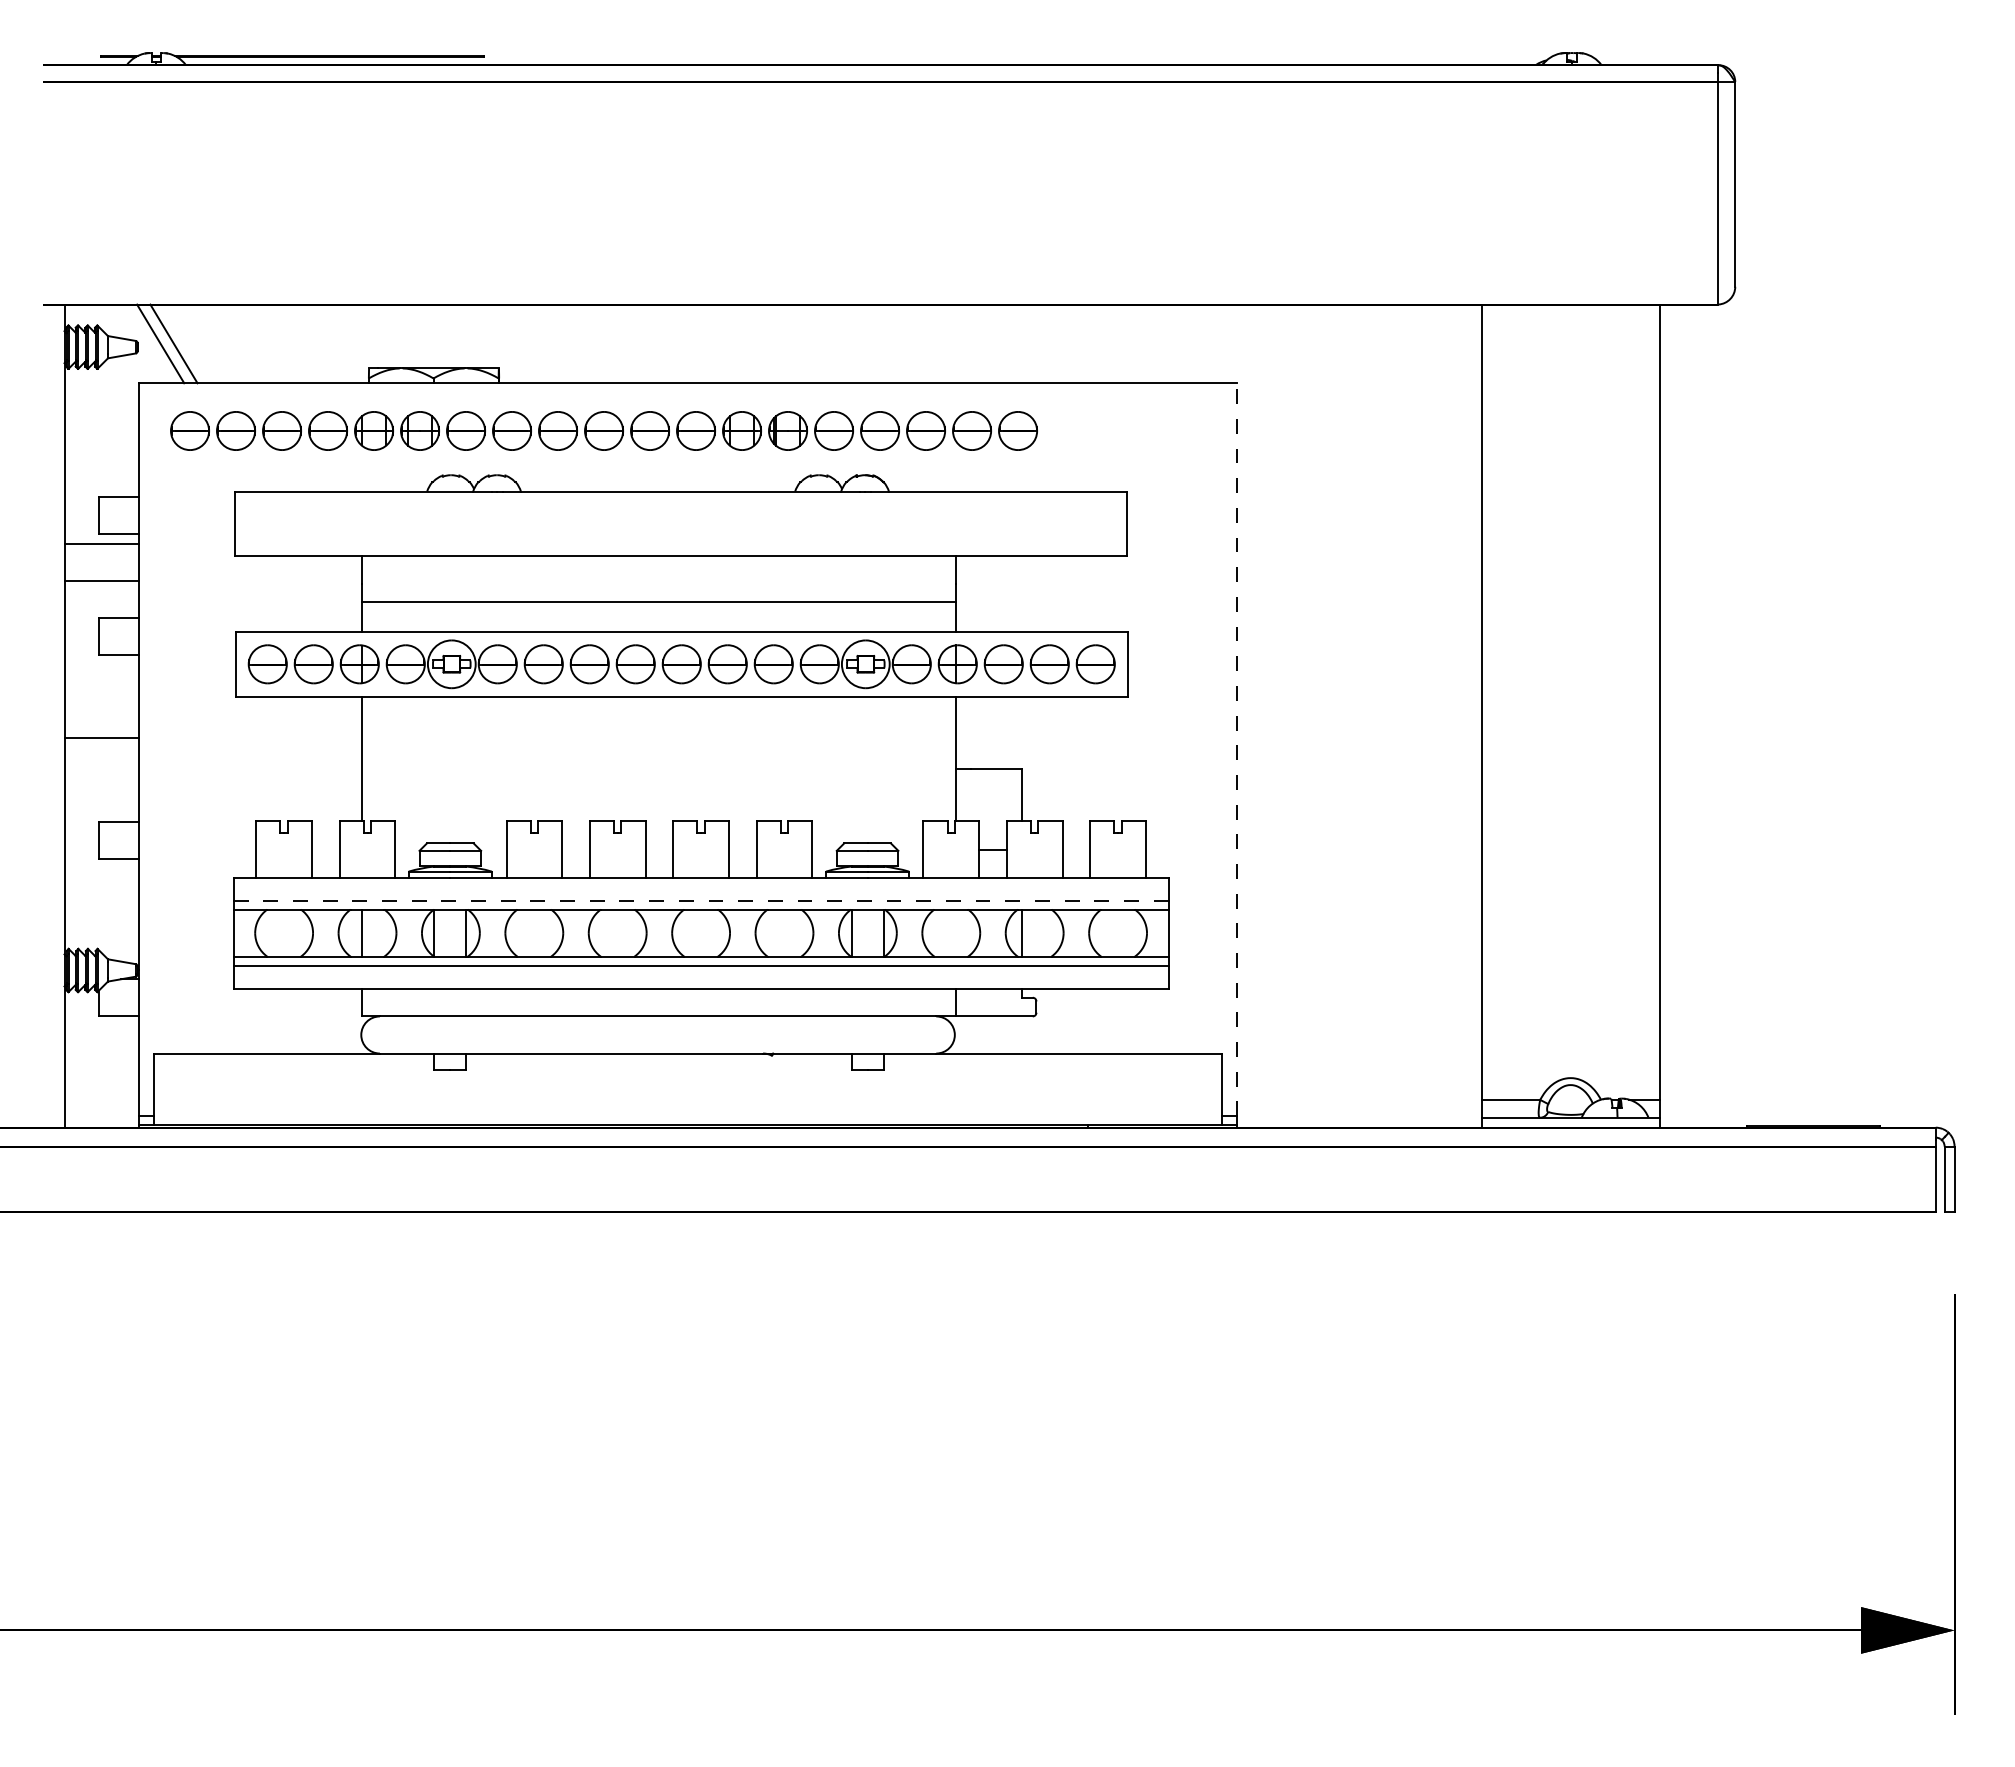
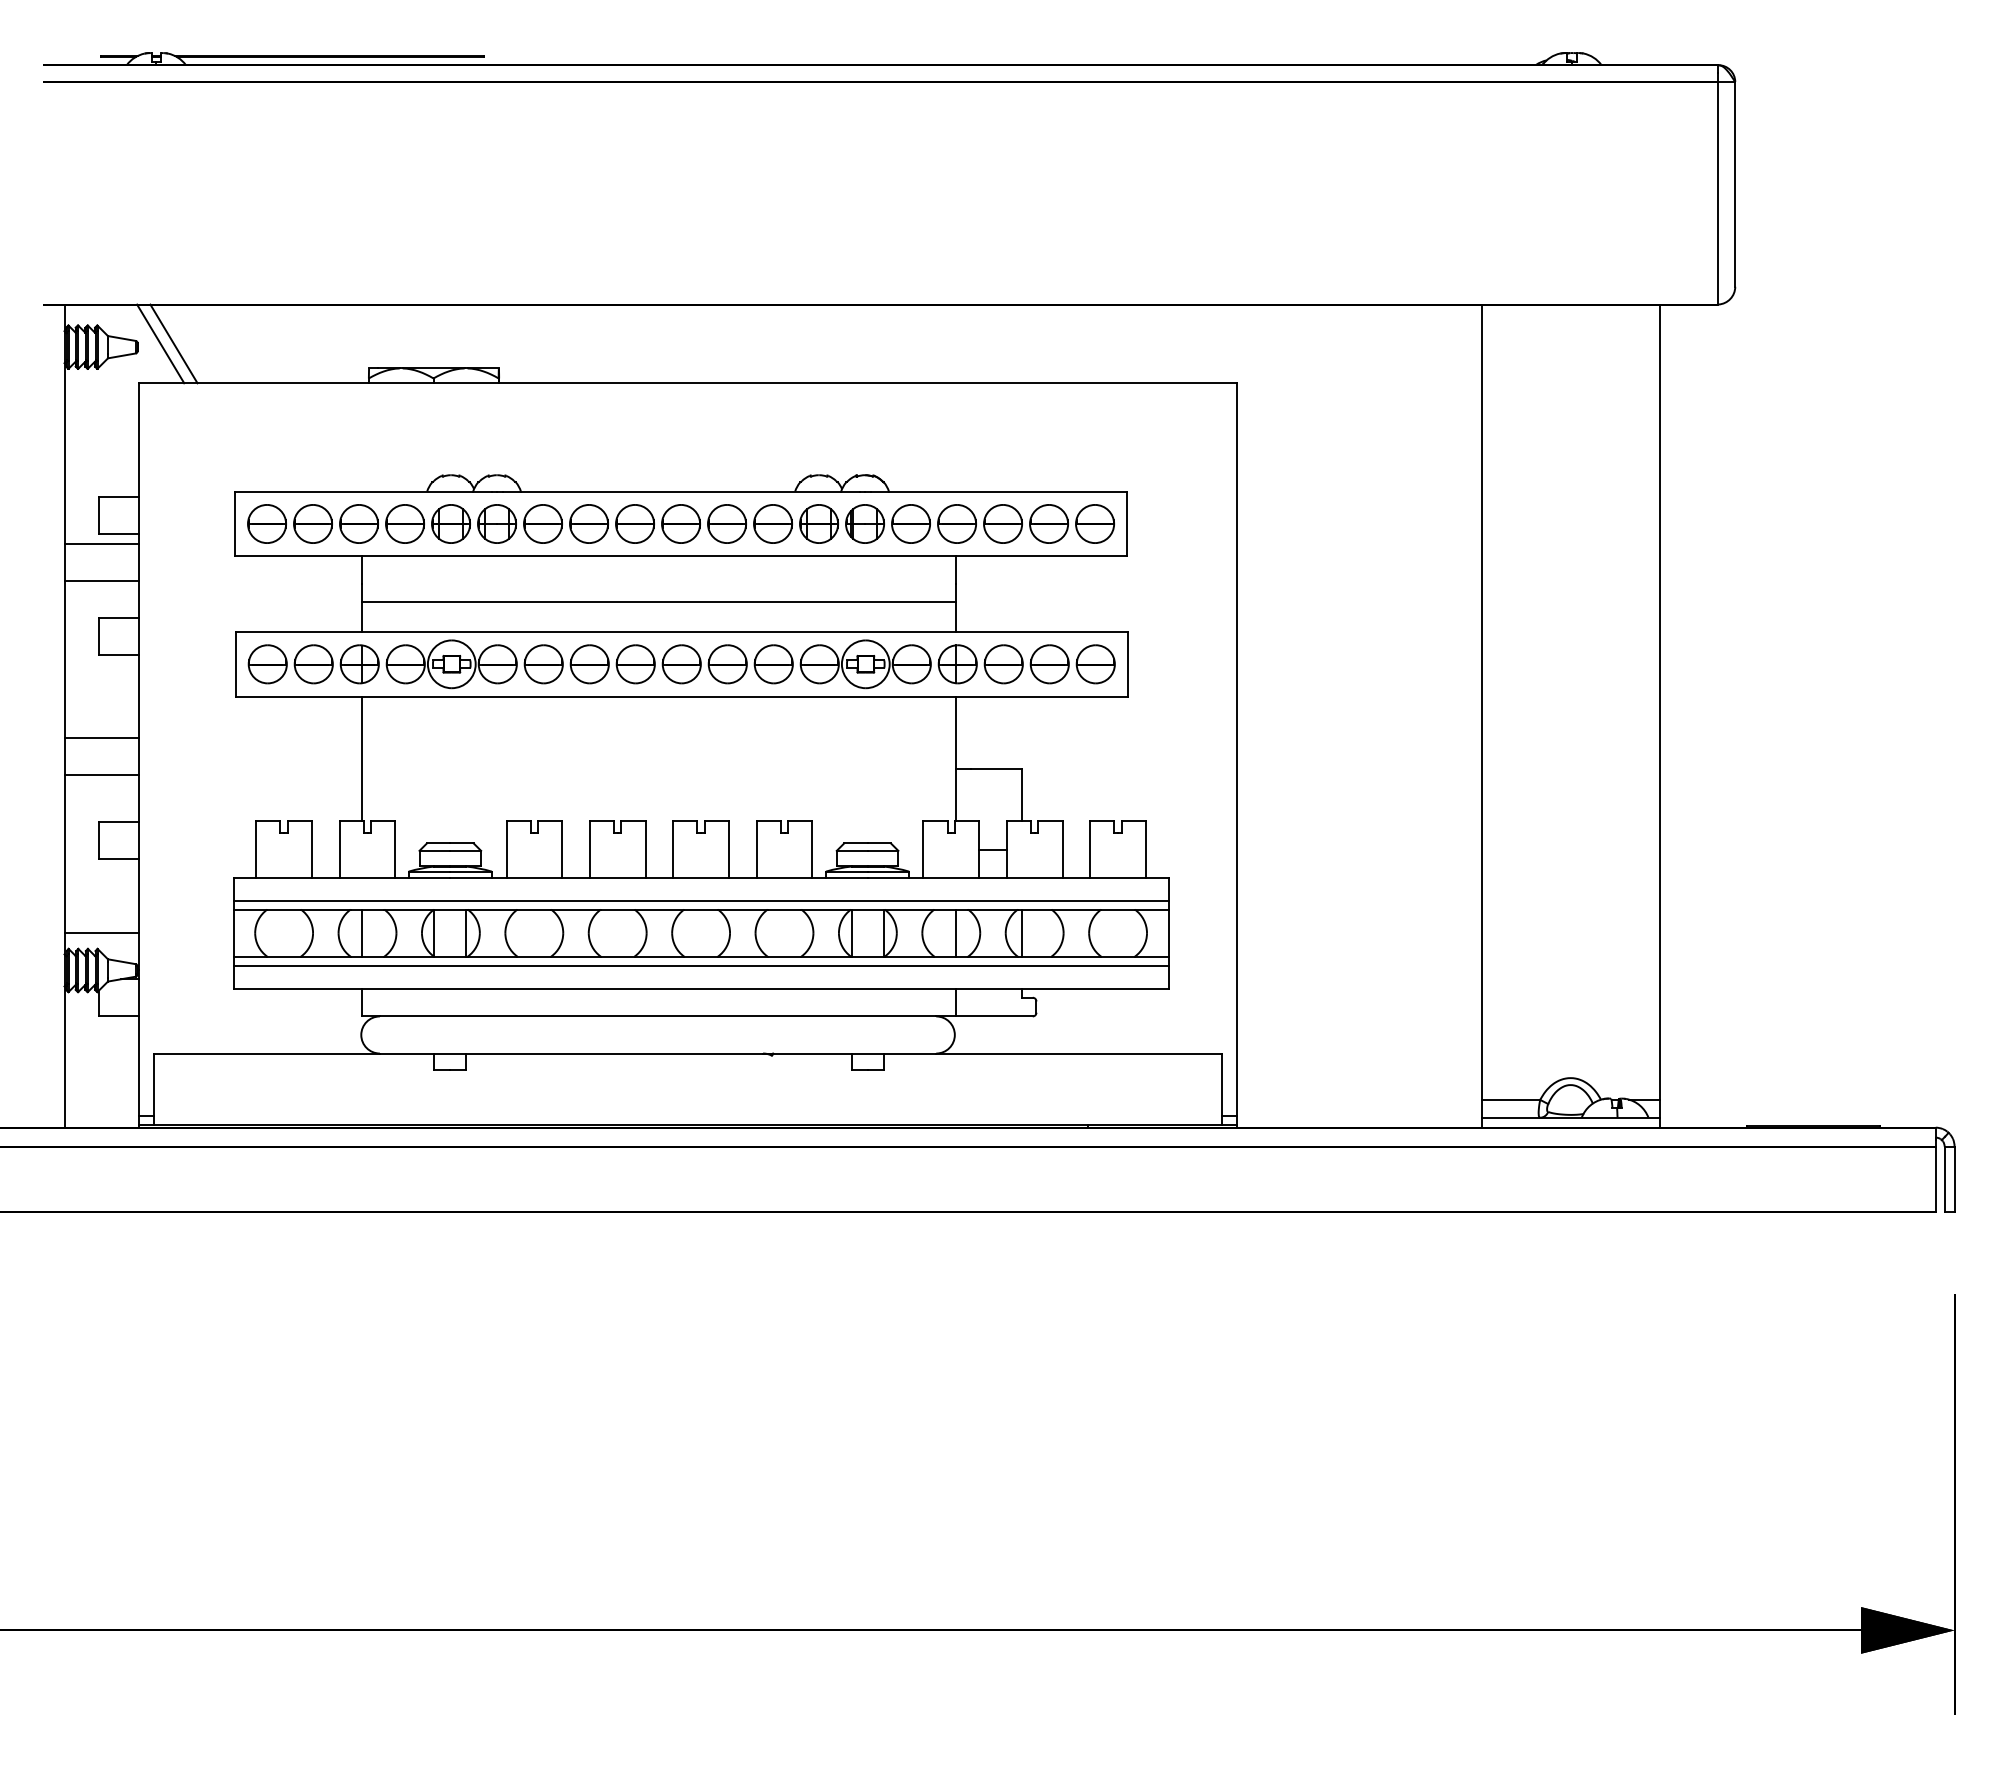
part at (603, 430) position: (603, 430) -> (680, 523)
line at (1236, 749): dashed -> solid
line at (101, 775): none -> present
line at (701, 900): dashed -> solid
line at (955, 932): none -> present
line at (101, 933): none -> present
